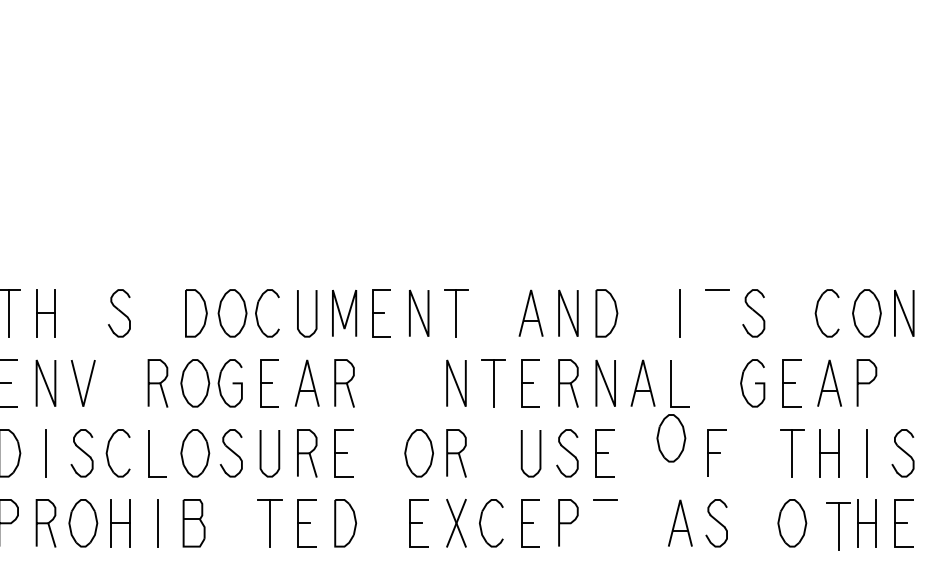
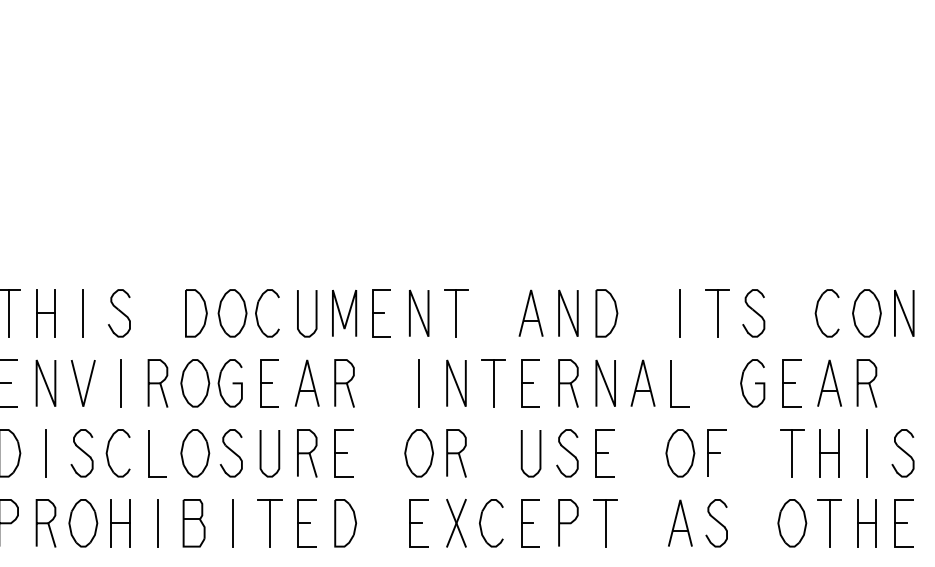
line at (83, 313): none -> present
line at (717, 313): none -> present
line at (120, 383): none -> present
line at (419, 383): none -> present
line at (872, 394): none -> present
part at (671, 438) position: (671, 438) -> (680, 453)
line at (232, 522): none -> present
line at (605, 522): none -> present
part at (838, 526) position: (838, 526) -> (829, 523)
